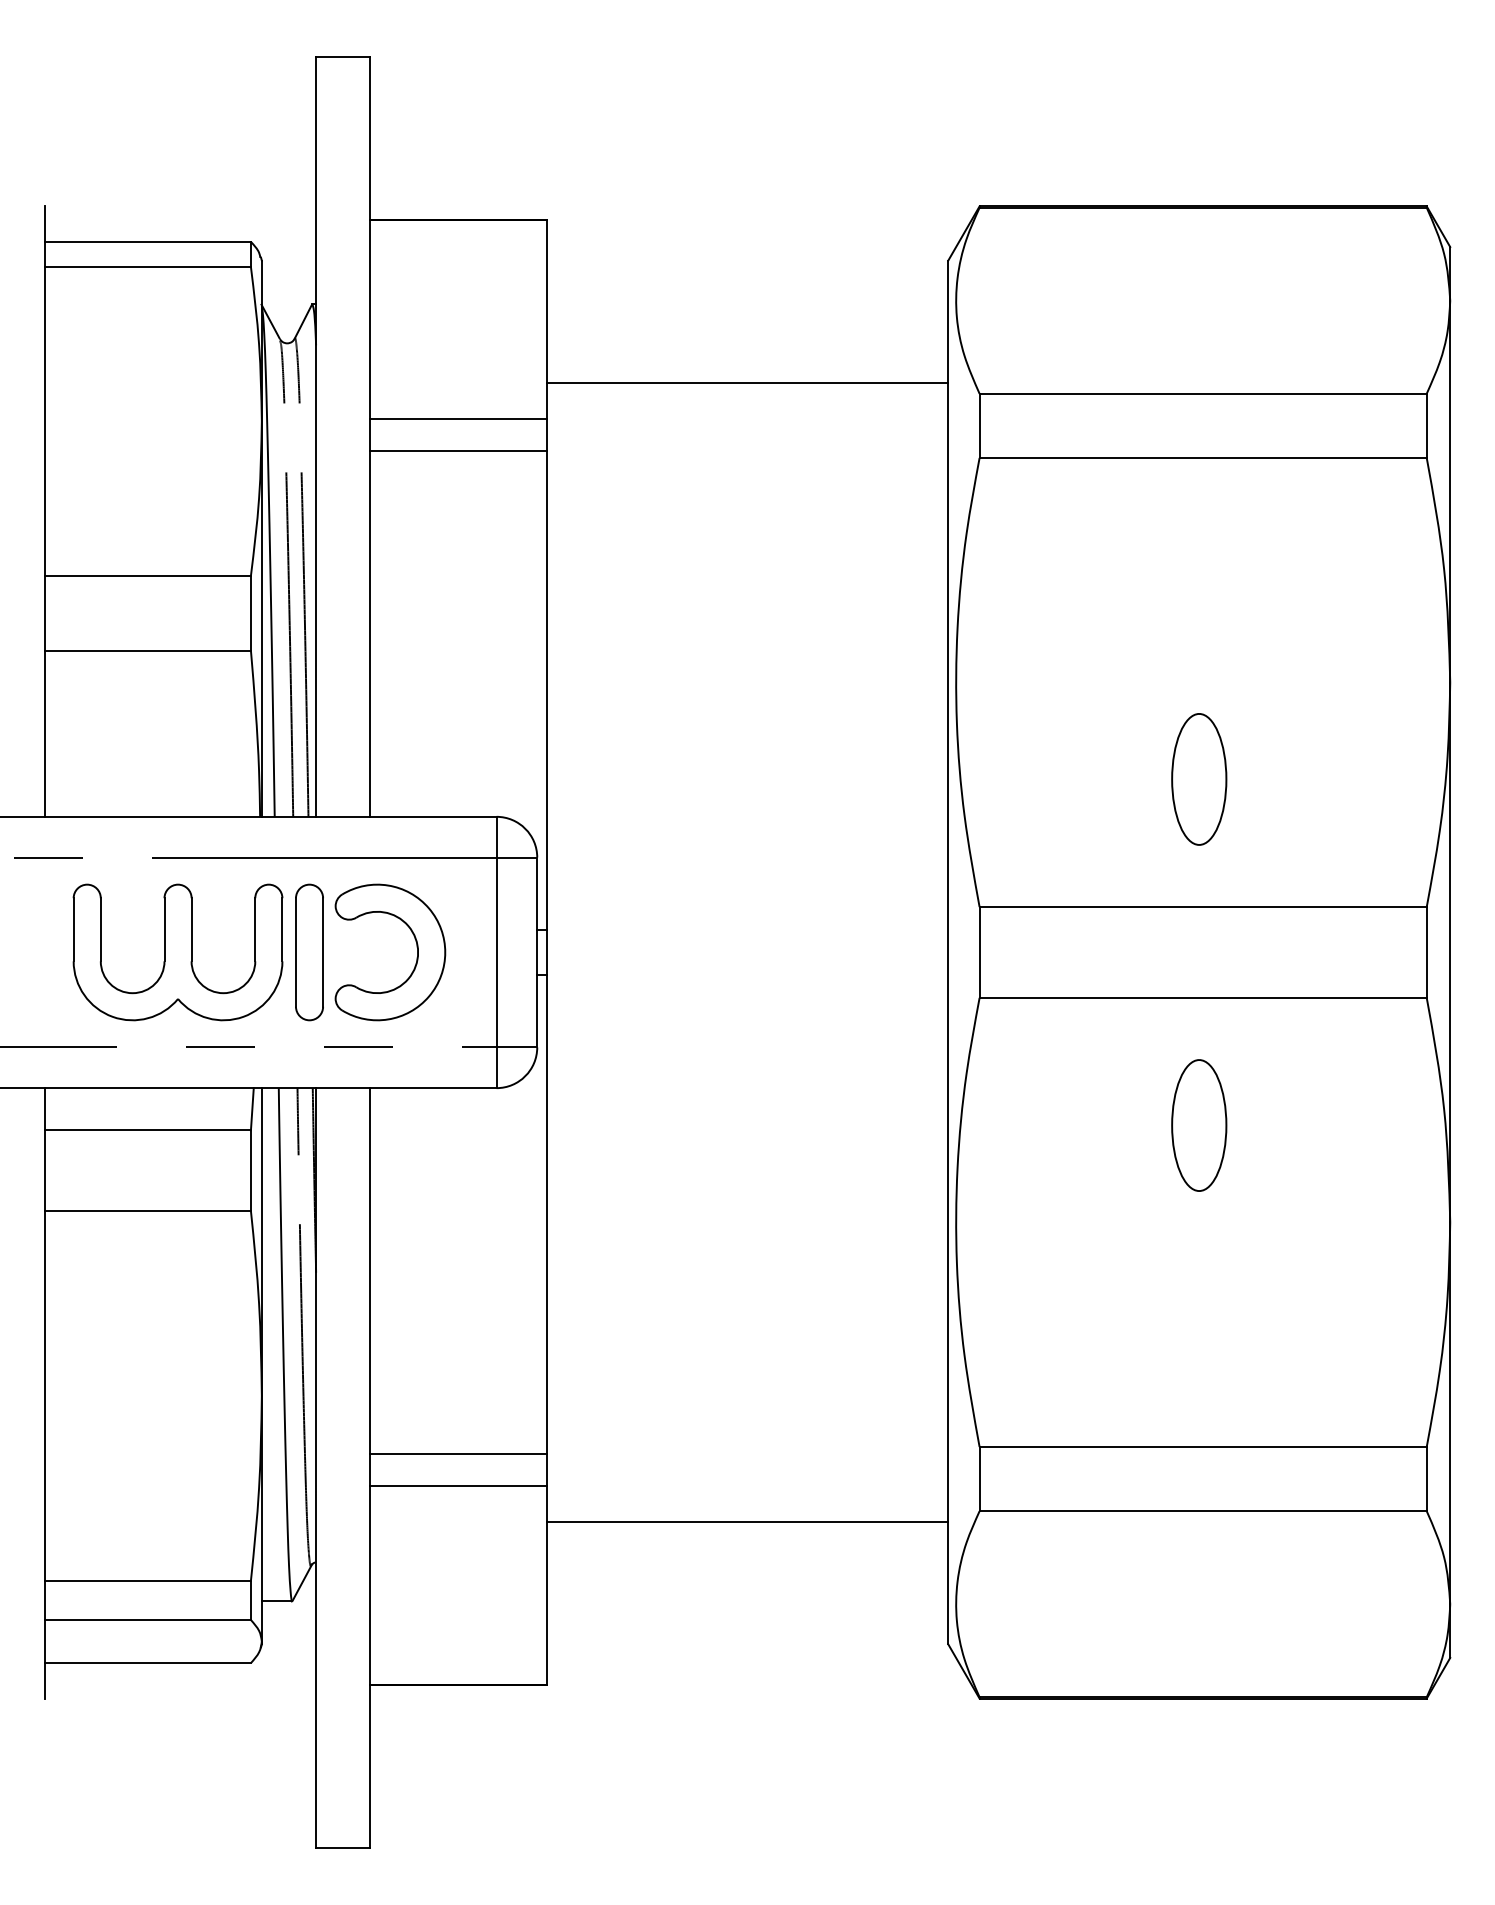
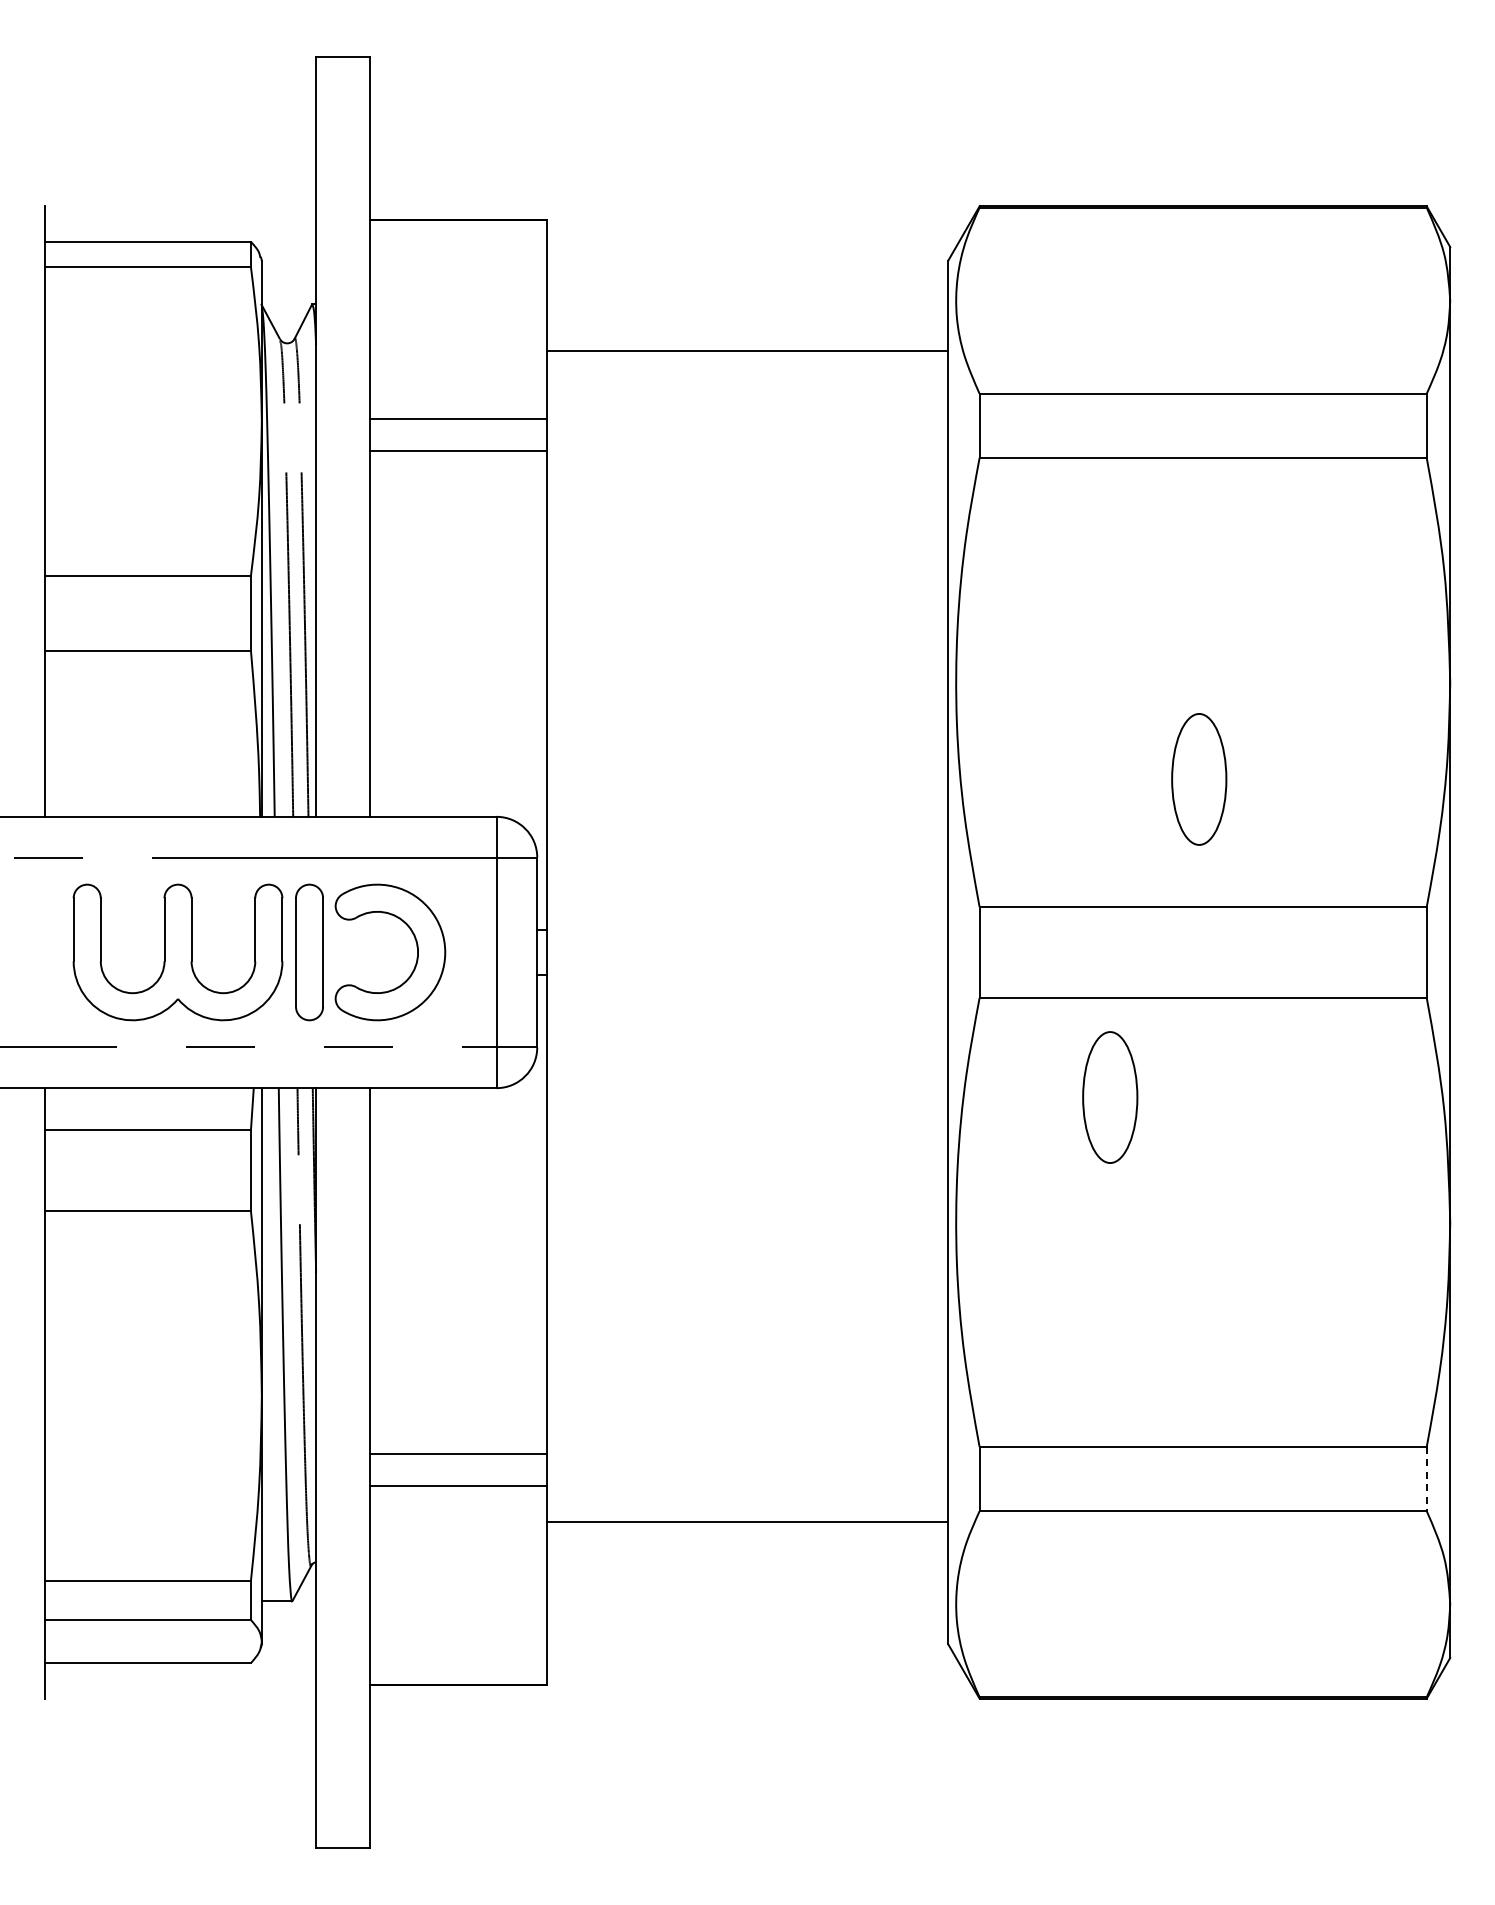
line at (747, 382) position: (747, 382) -> (747, 350)
part at (1199, 1125) position: (1199, 1125) -> (1110, 1097)
line at (1426, 1479): solid -> dashed
